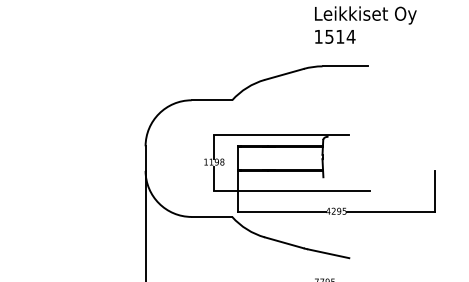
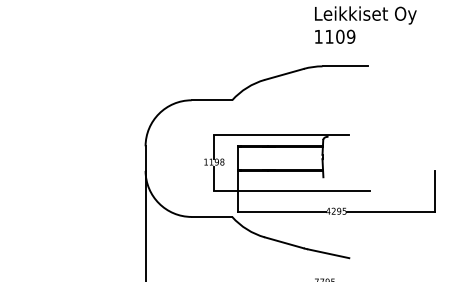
text at (340, 36): 1514 -> 1109
